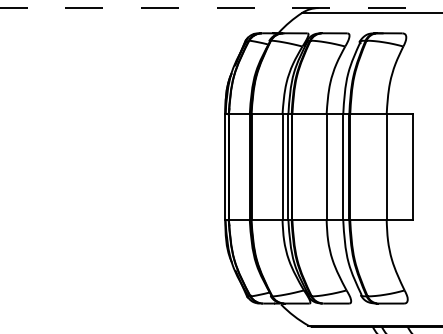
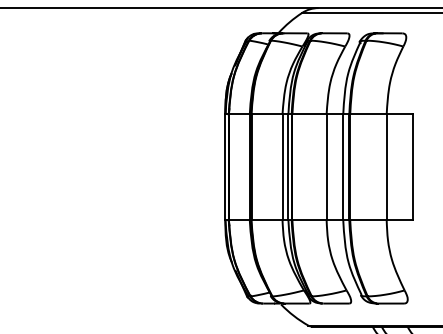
line at (222, 8): dashed -> solid
